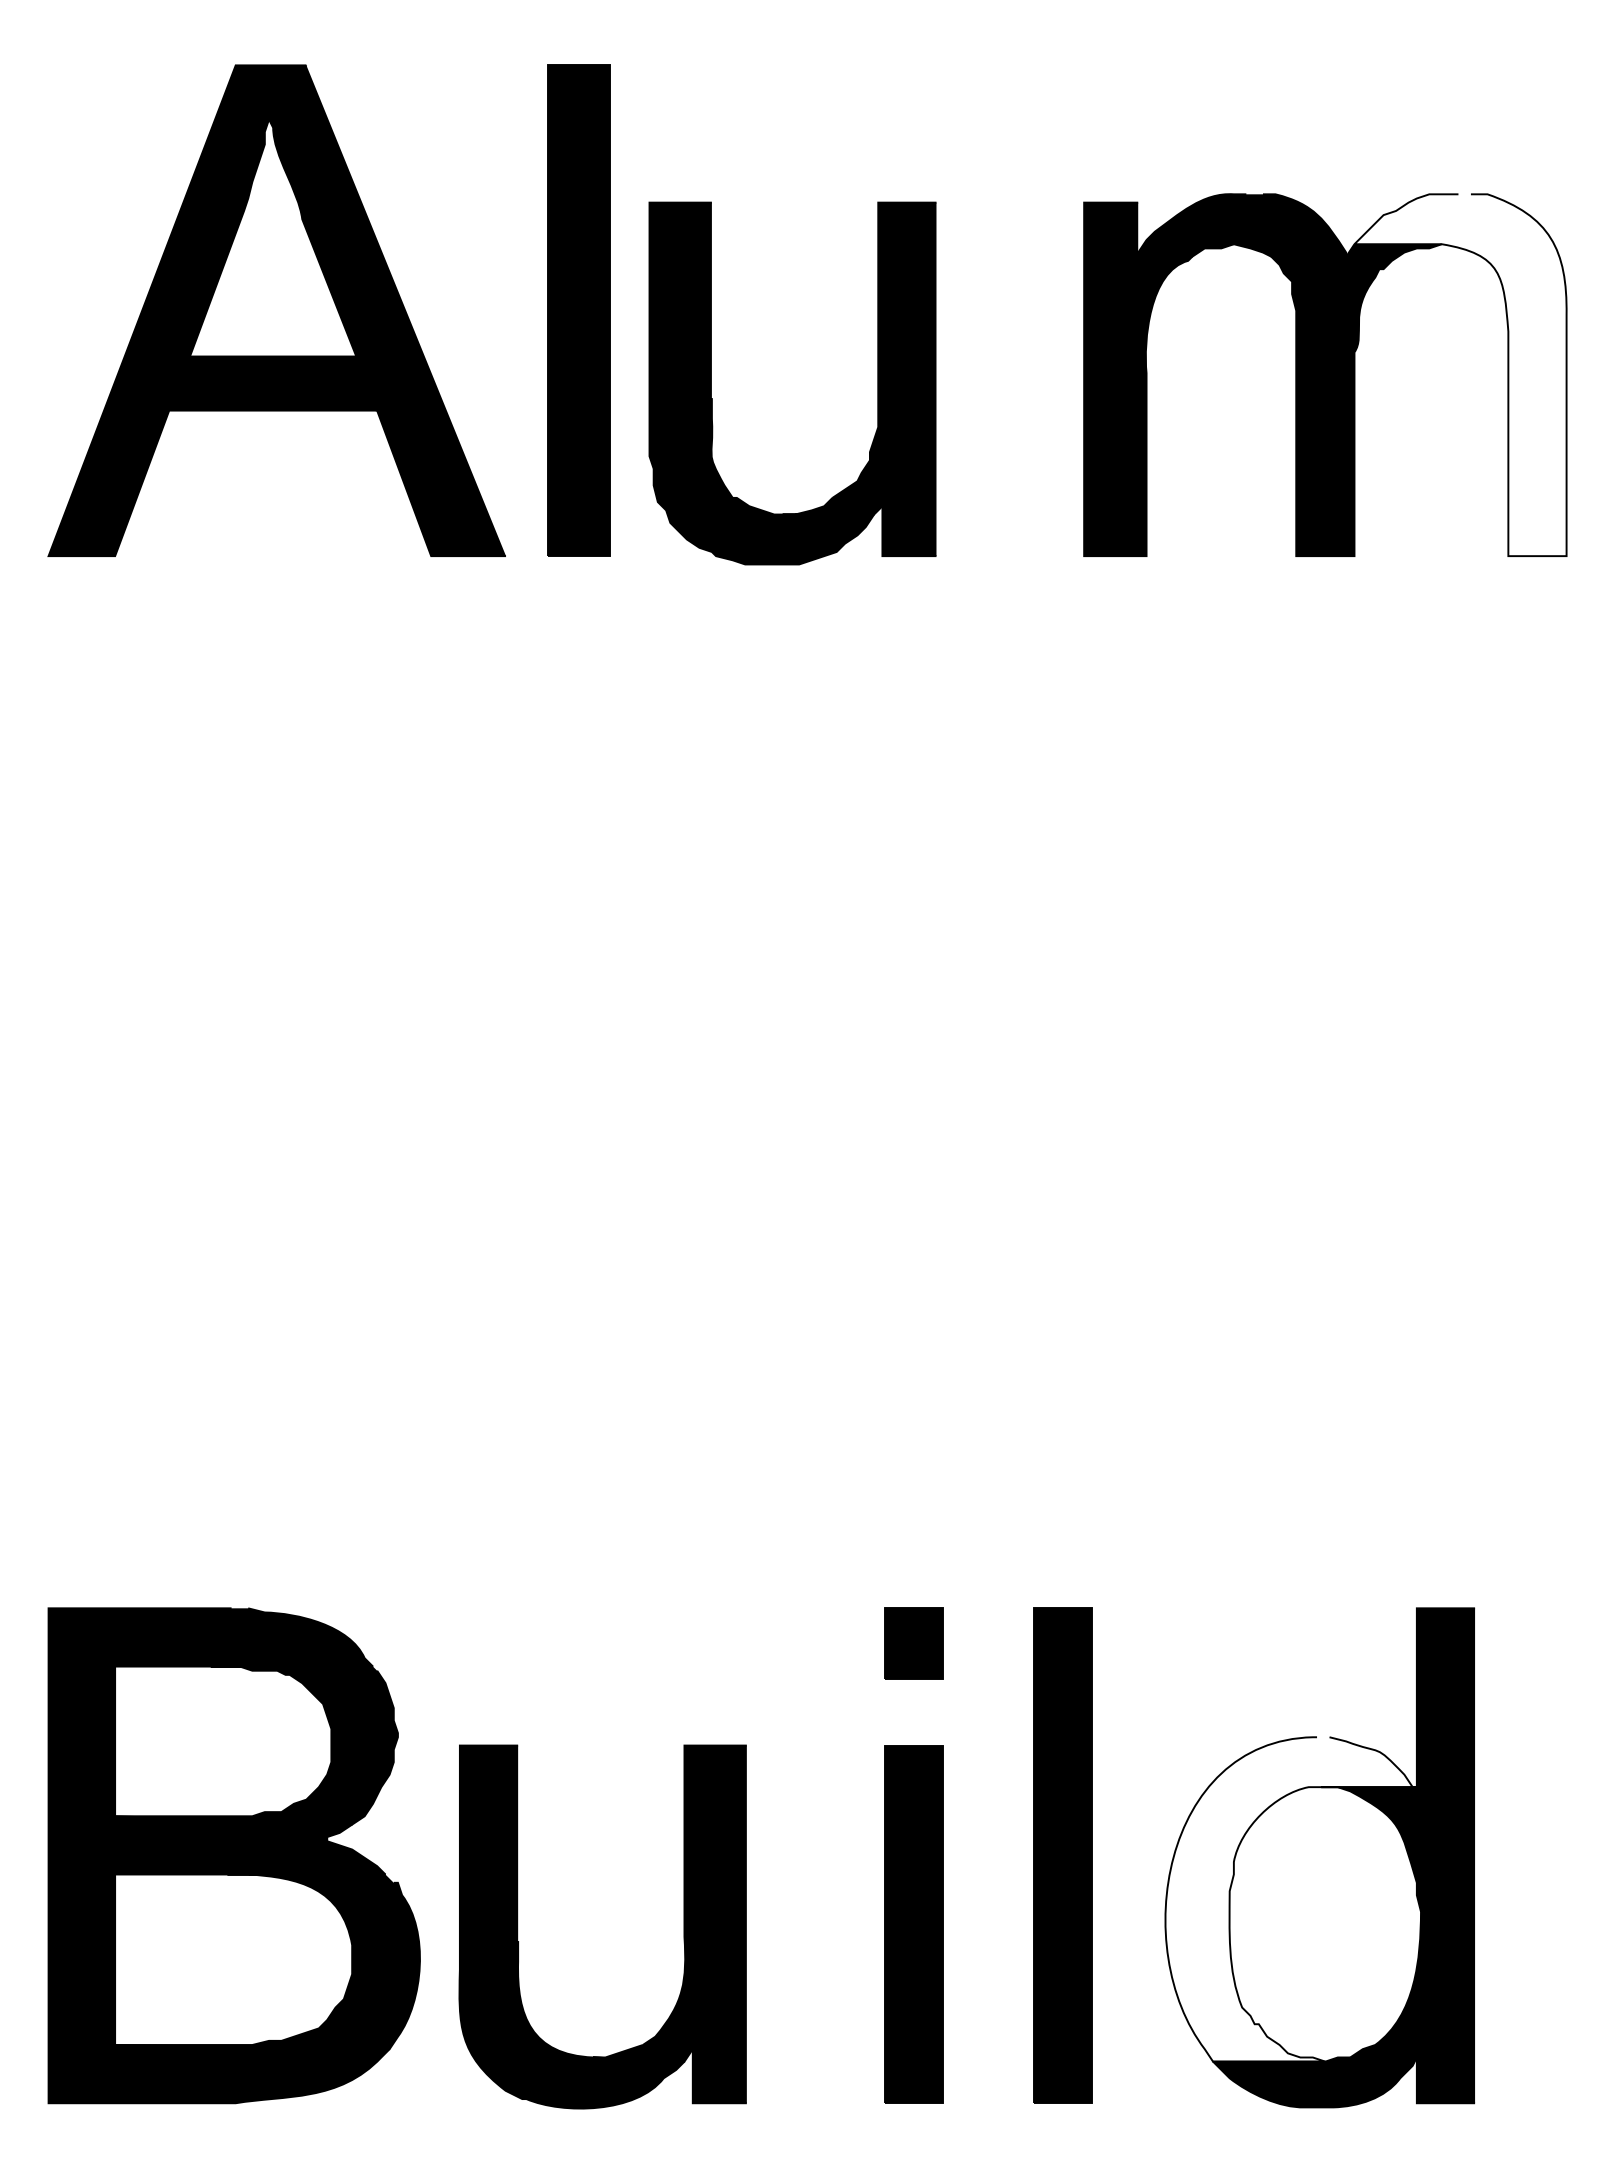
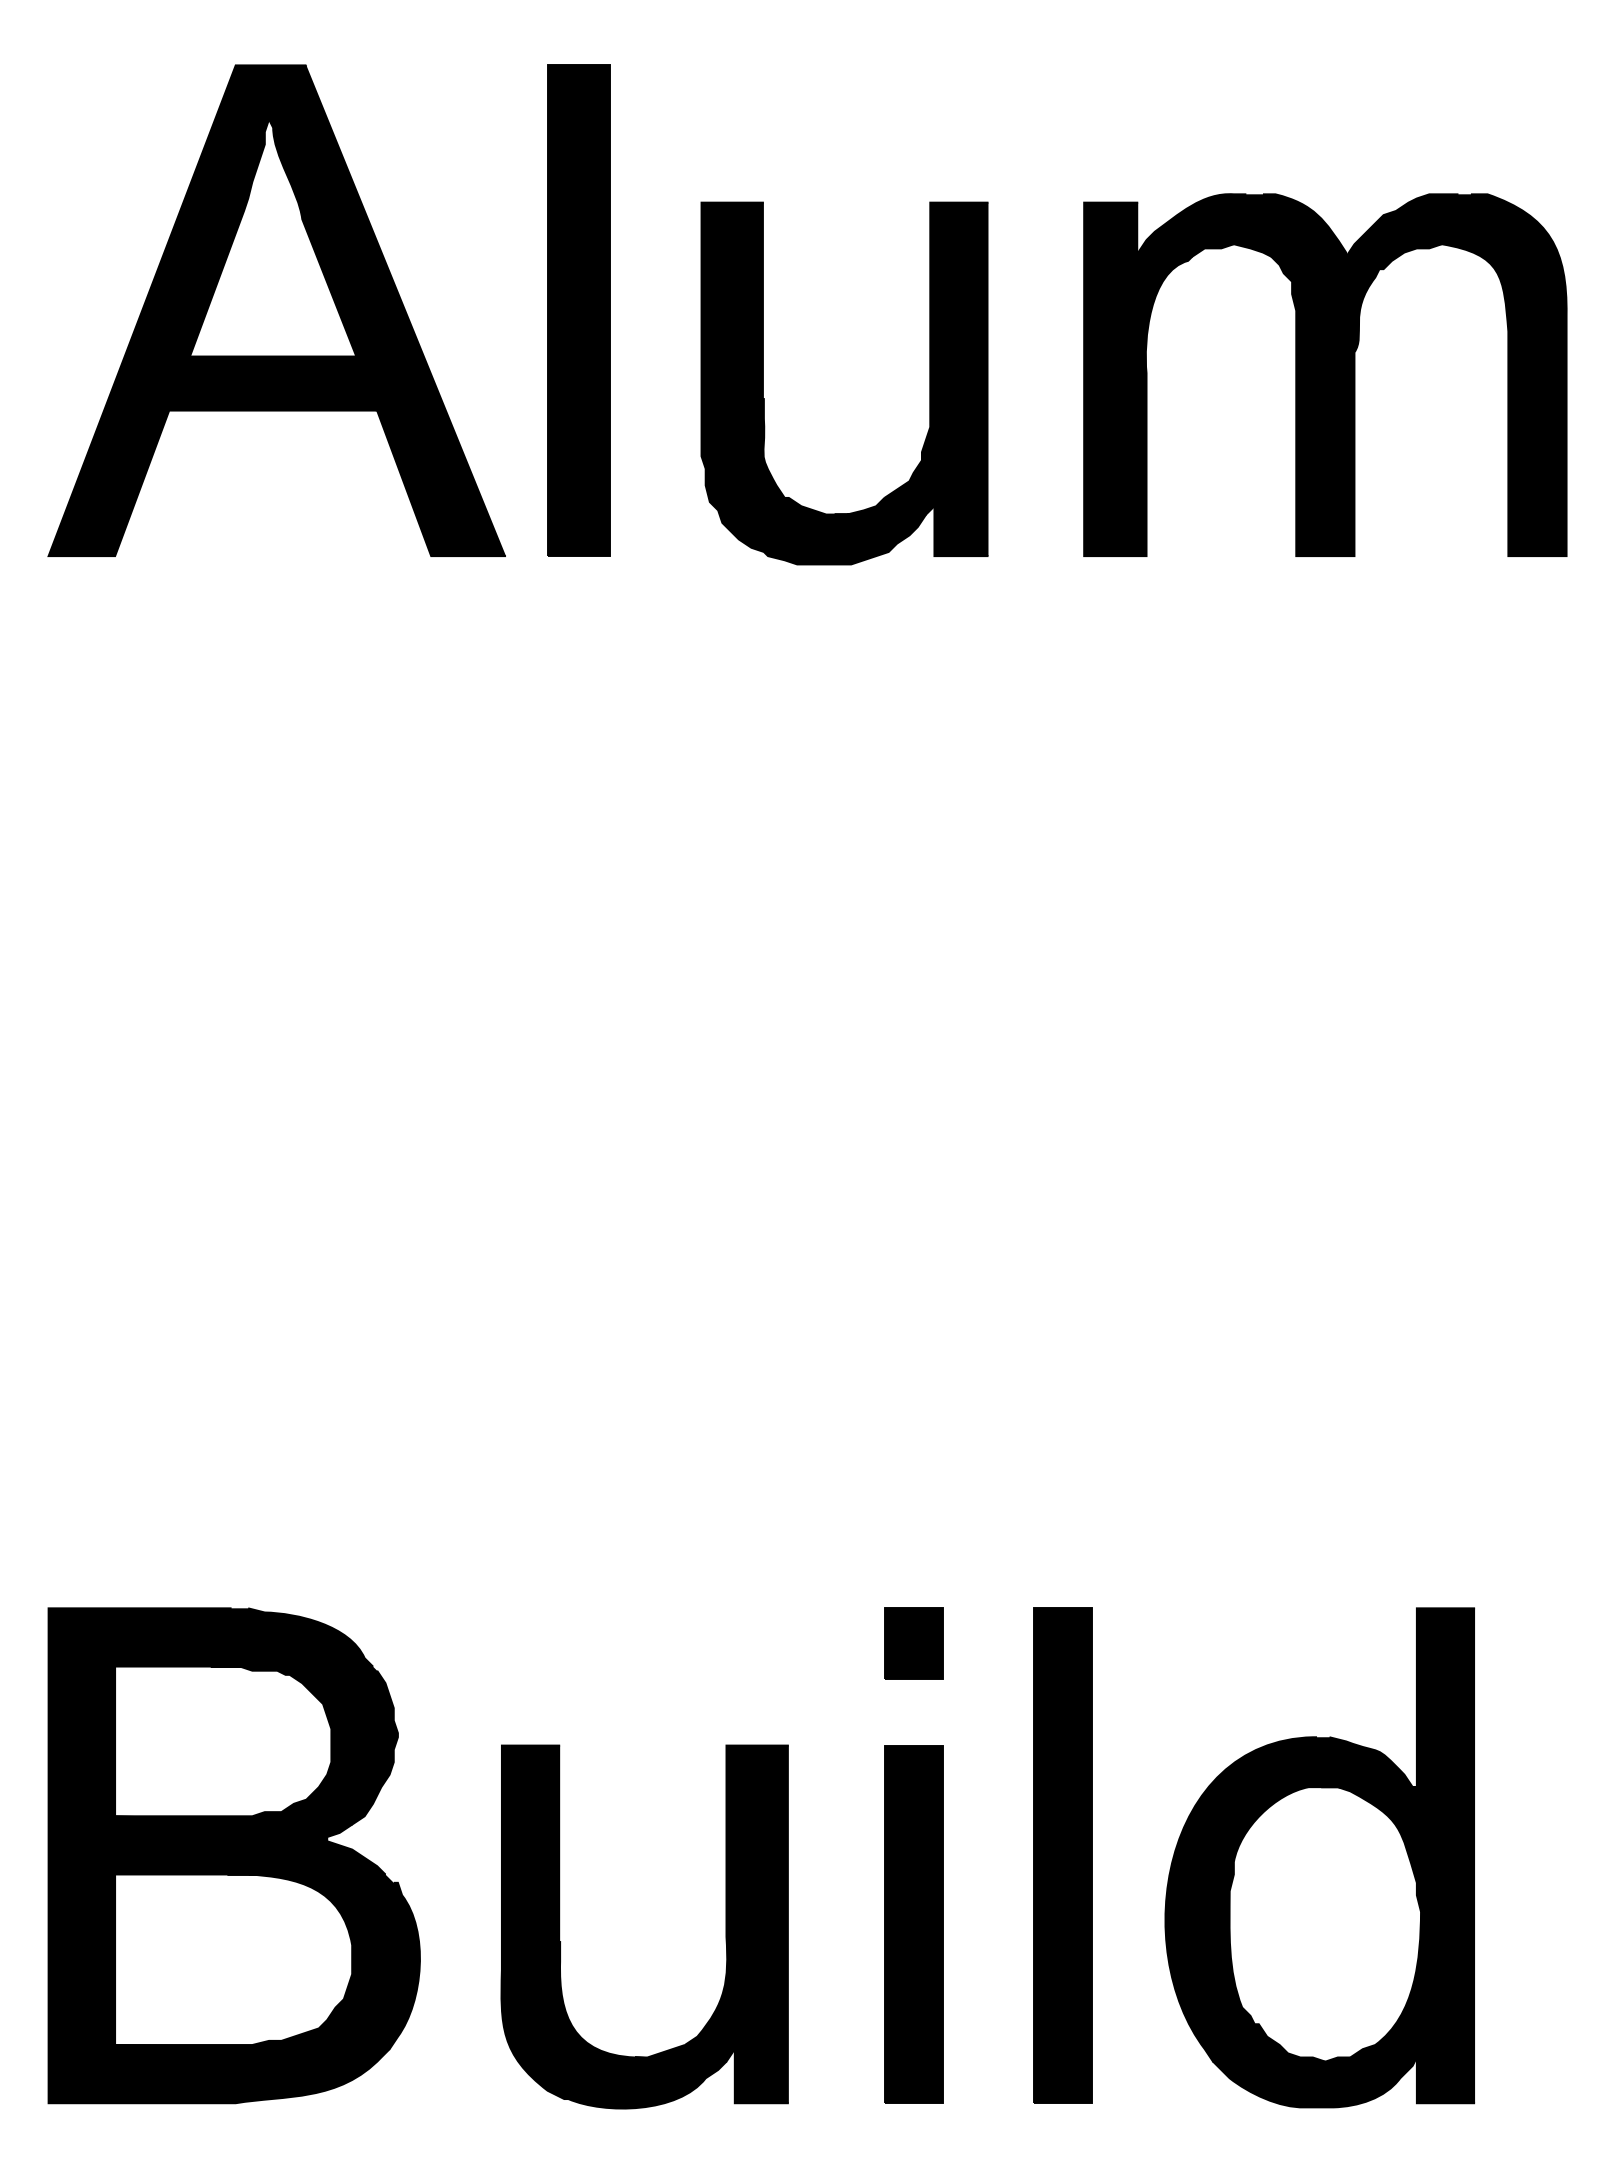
fill at (1460, 375): none -> present
part at (711, 383) position: (711, 383) -> (763, 383)
fill at (1290, 1899): none -> present
part at (683, 1926) position: (683, 1926) -> (725, 1926)
